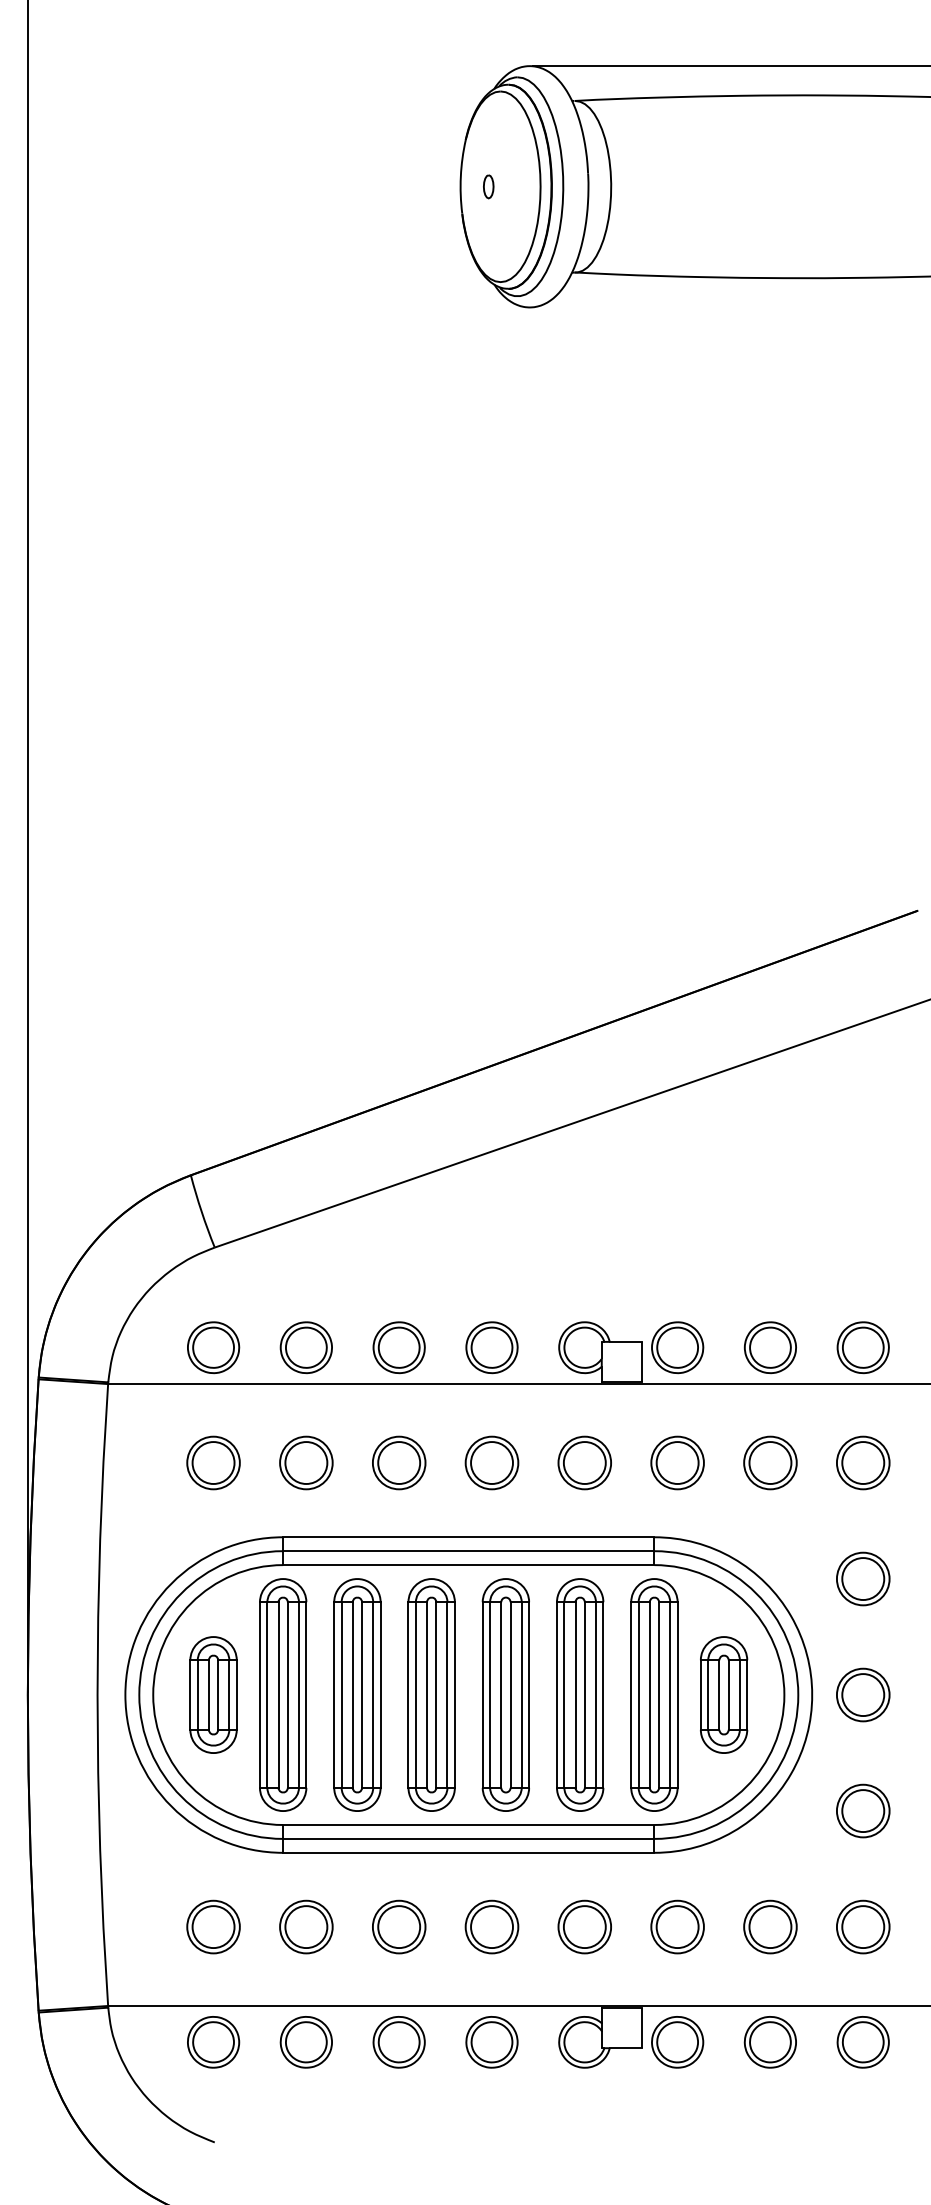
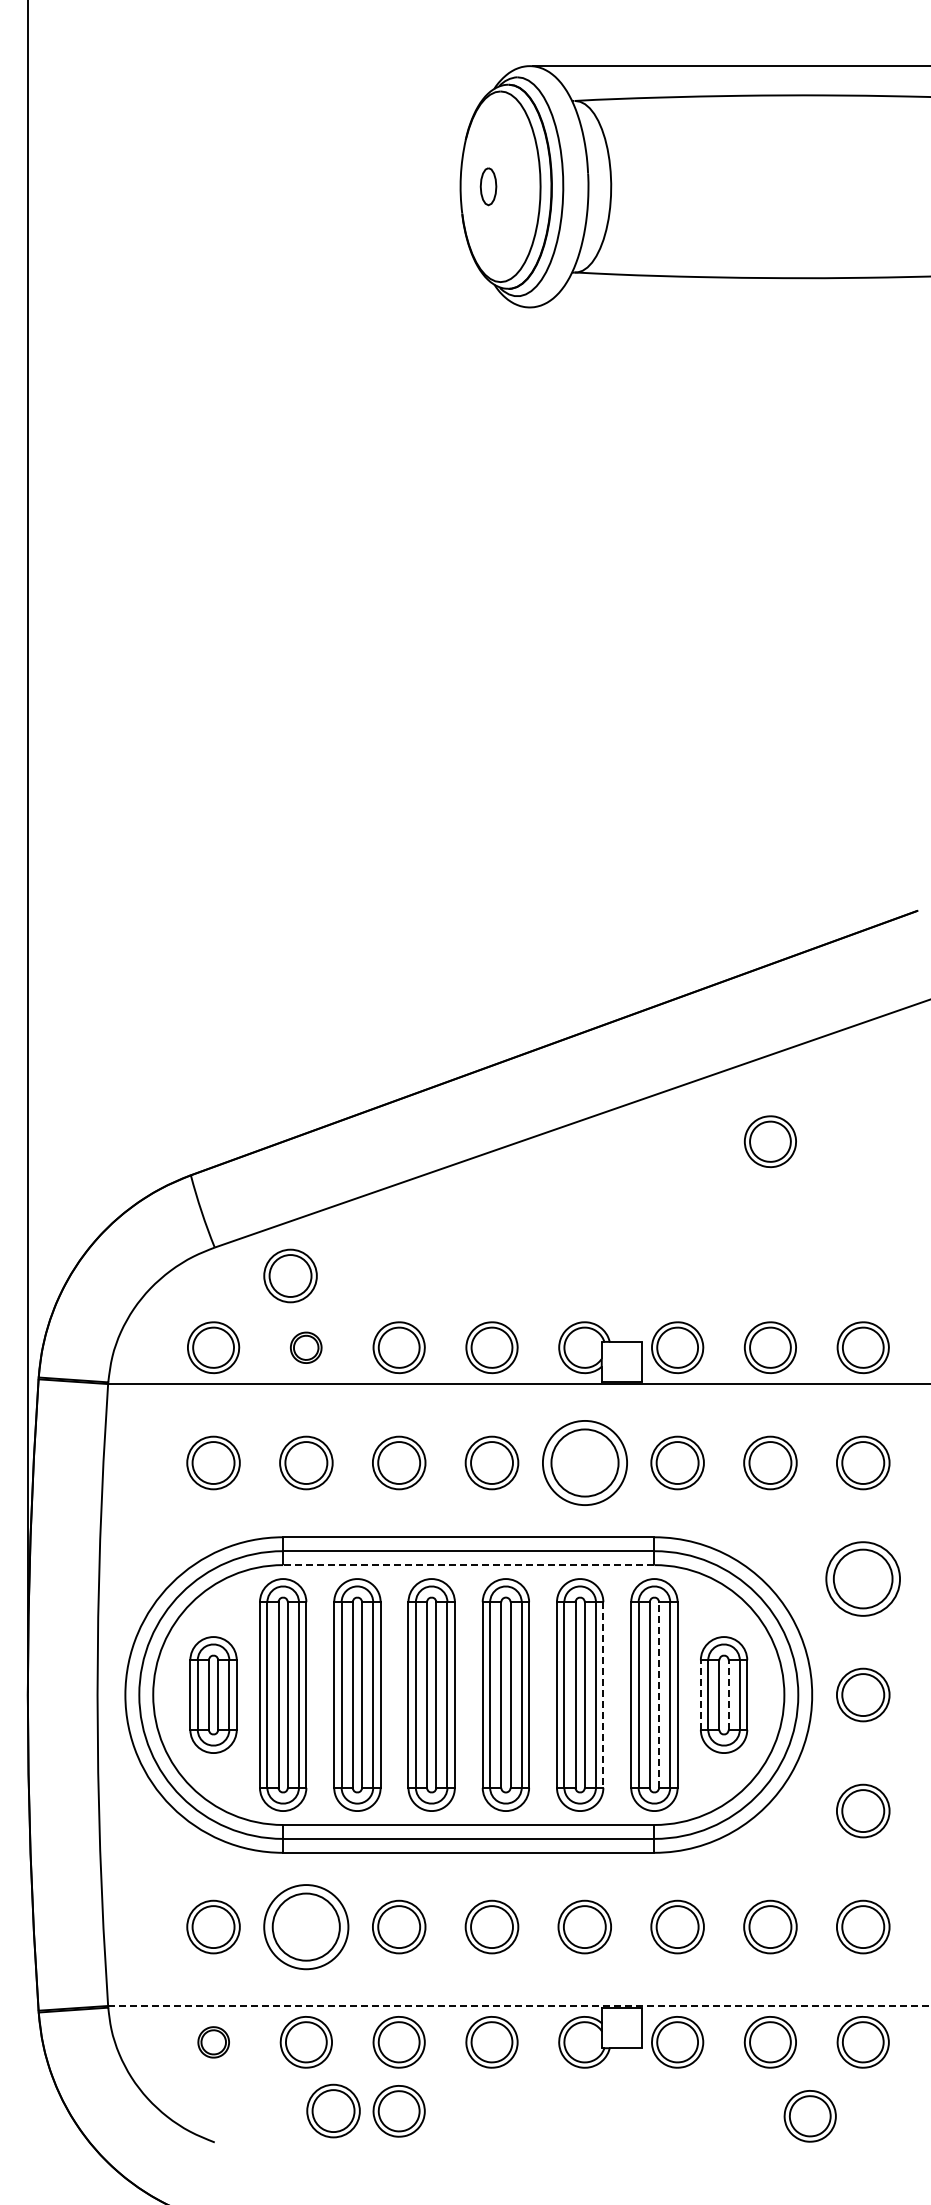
part at (488, 186) size: 12x26 px -> 19x40 px
part at (769, 1141): none -> present
part at (290, 1275): none -> present
part at (305, 1347) size: 54x54 px -> 33x33 px
part at (584, 1462) size: 55x56 px -> 86x86 px
line at (468, 1565): solid -> dashed
part at (863, 1578) size: 55x56 px -> 76x76 px
line at (603, 1695): solid -> dashed
line at (659, 1695): solid -> dashed
line at (700, 1695): solid -> dashed
line at (728, 1695): solid -> dashed
part at (306, 1926) size: 55x56 px -> 87x87 px
line at (519, 2005): solid -> dashed
part at (213, 2042) size: 54x53 px -> 33x33 px
part at (333, 2110): none -> present
part at (398, 2111): none -> present
part at (809, 2116): none -> present
